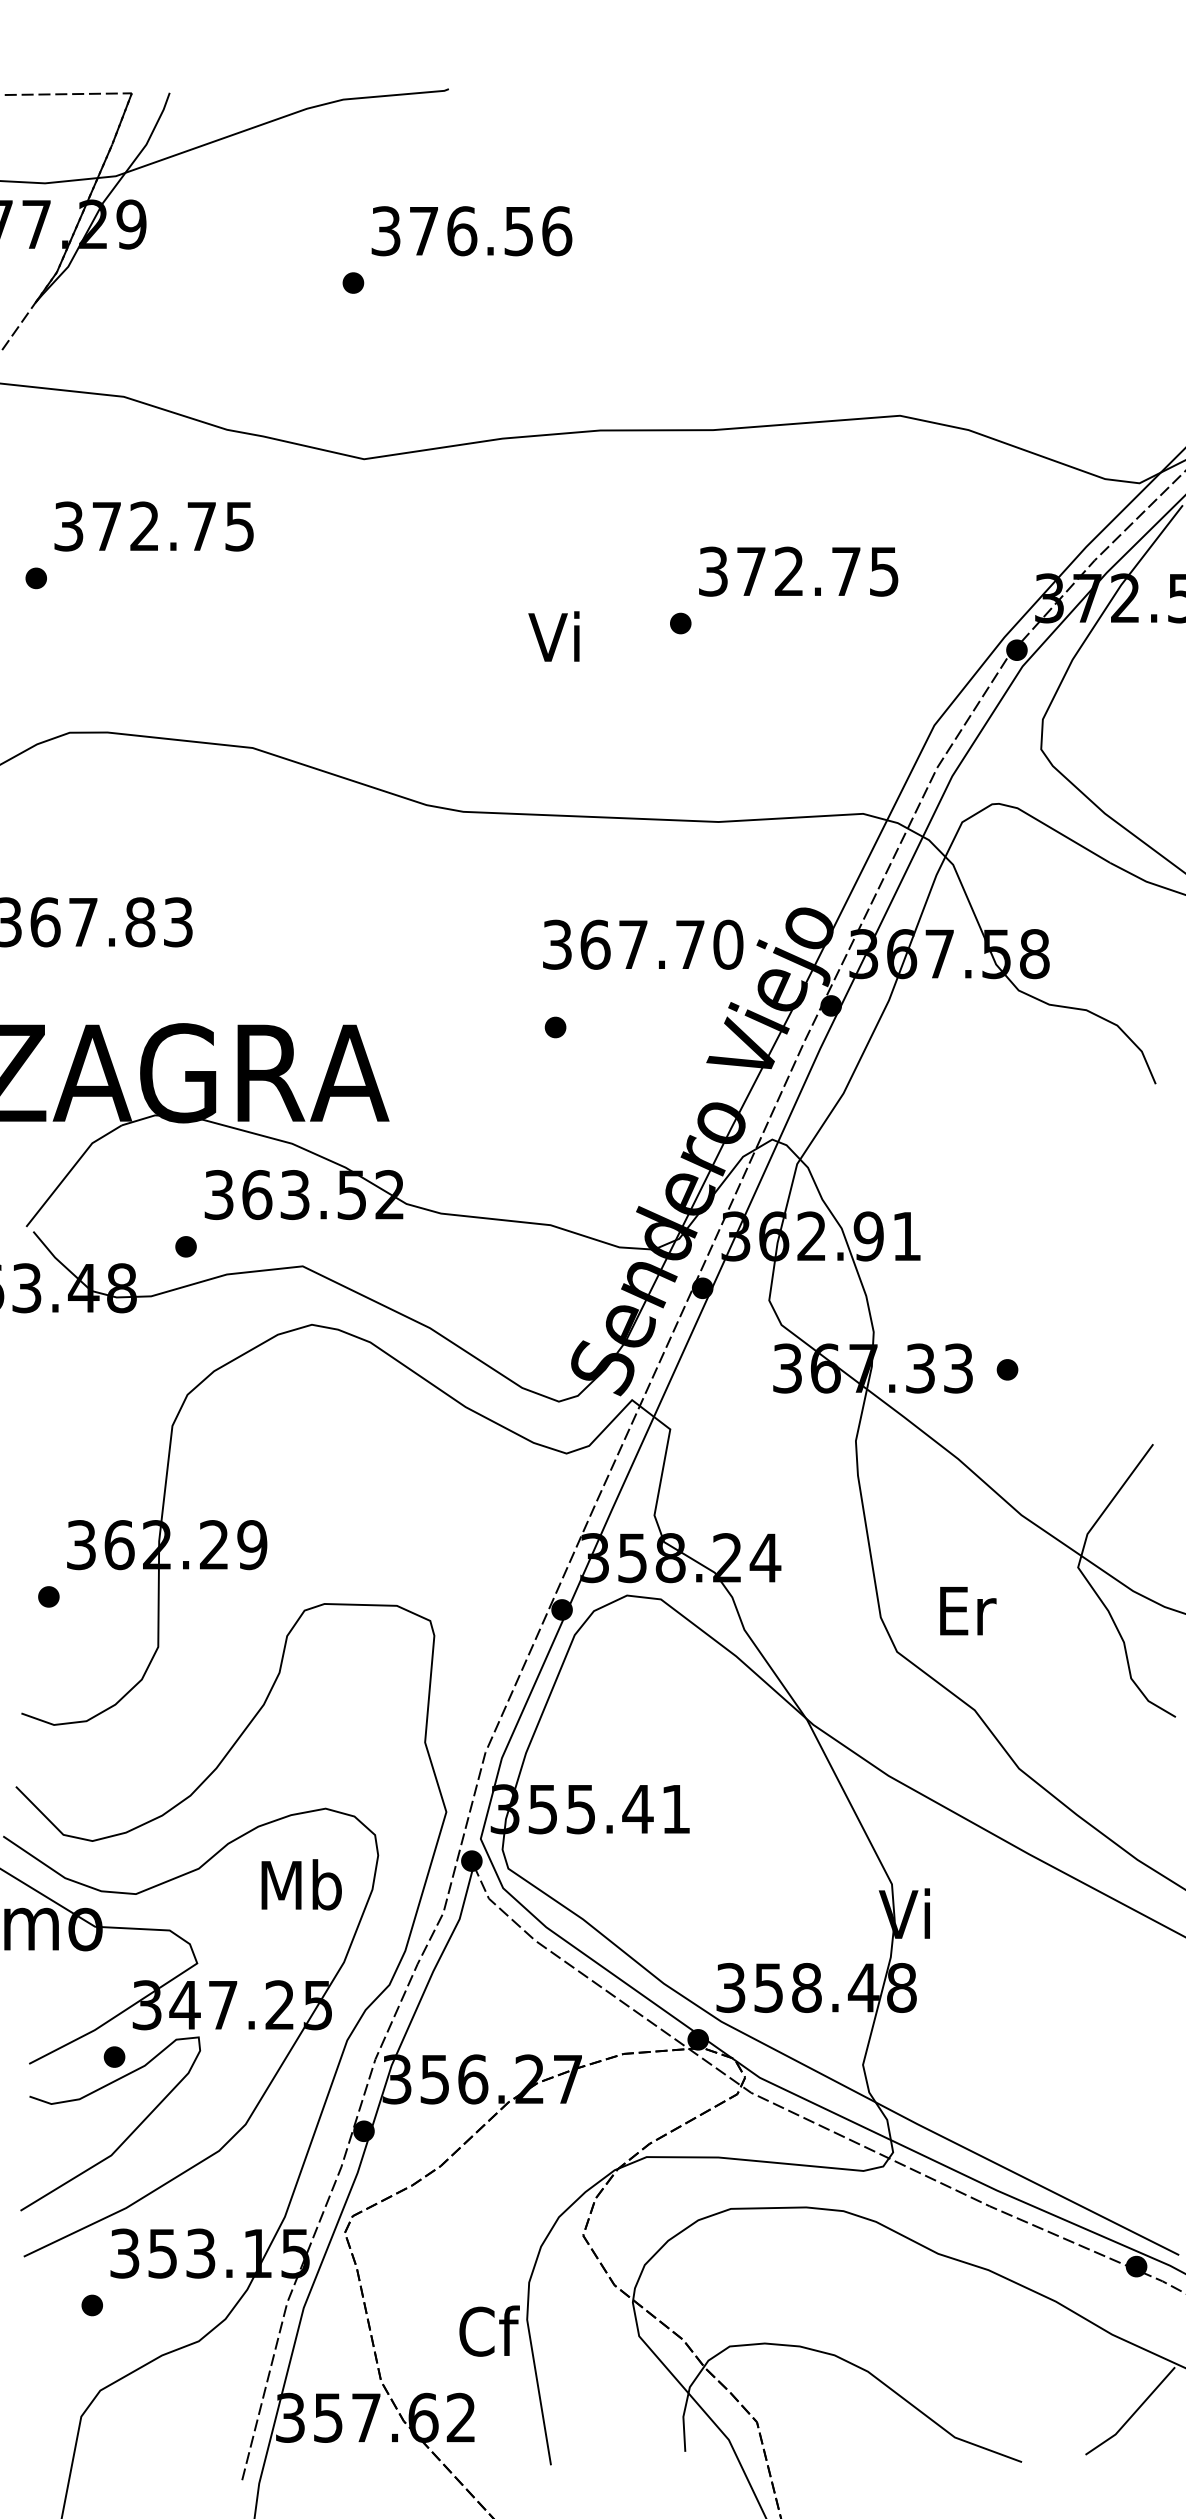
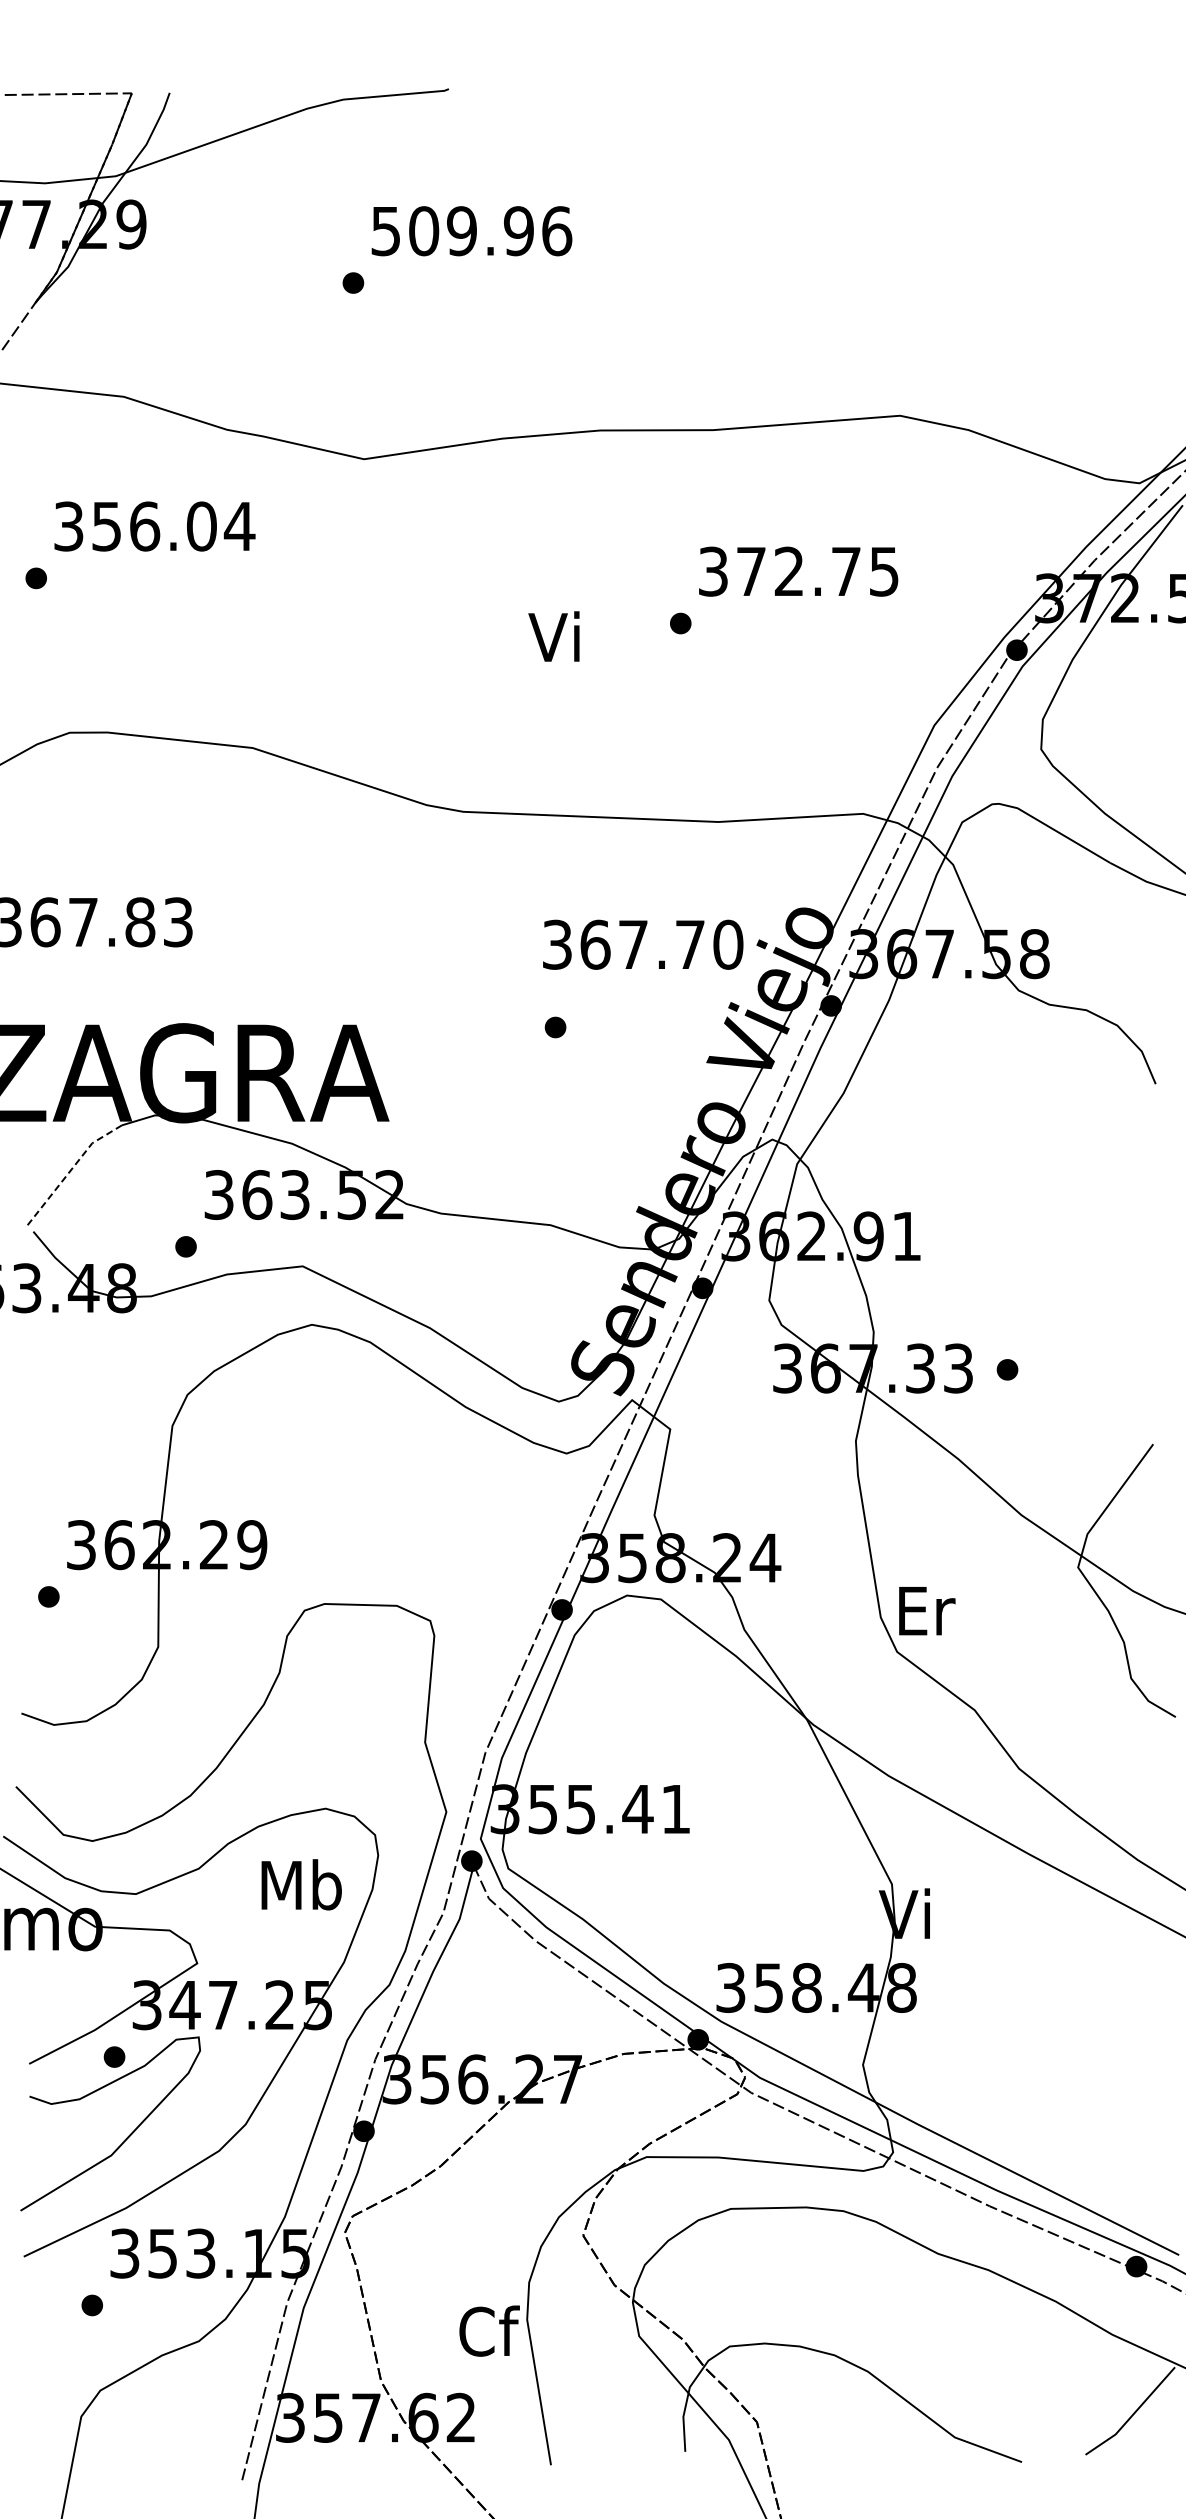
text at (452, 231): 376.56 -> 509.96
text at (173, 526): 372.75 -> 356.04
line at (70, 1171): solid -> dashed
text at (968, 1611) position: (968, 1611) -> (927, 1611)
